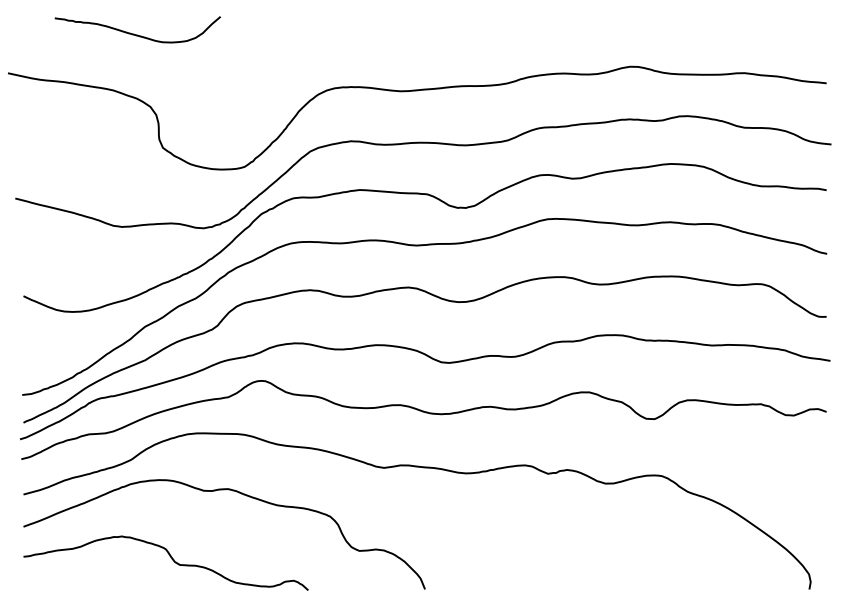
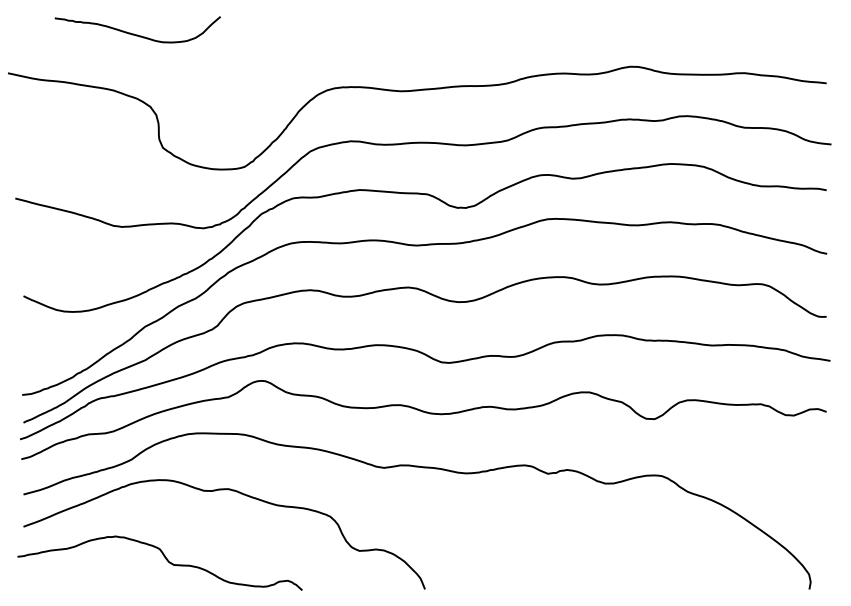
curve at (171, 559) position: (171, 559) -> (165, 559)
